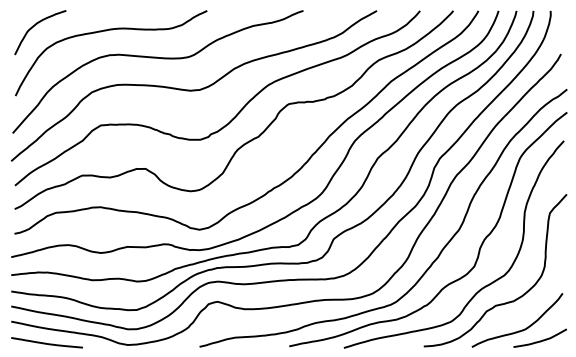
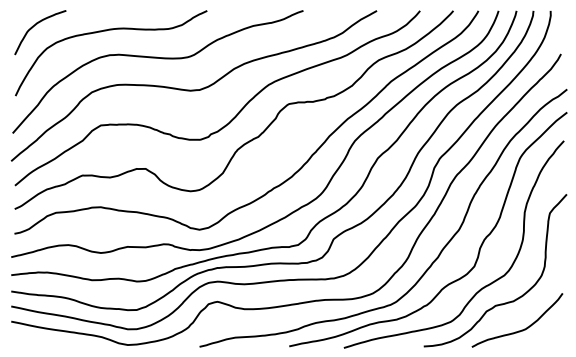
curve at (539, 340): present -> none
curve at (45, 342): present -> none
